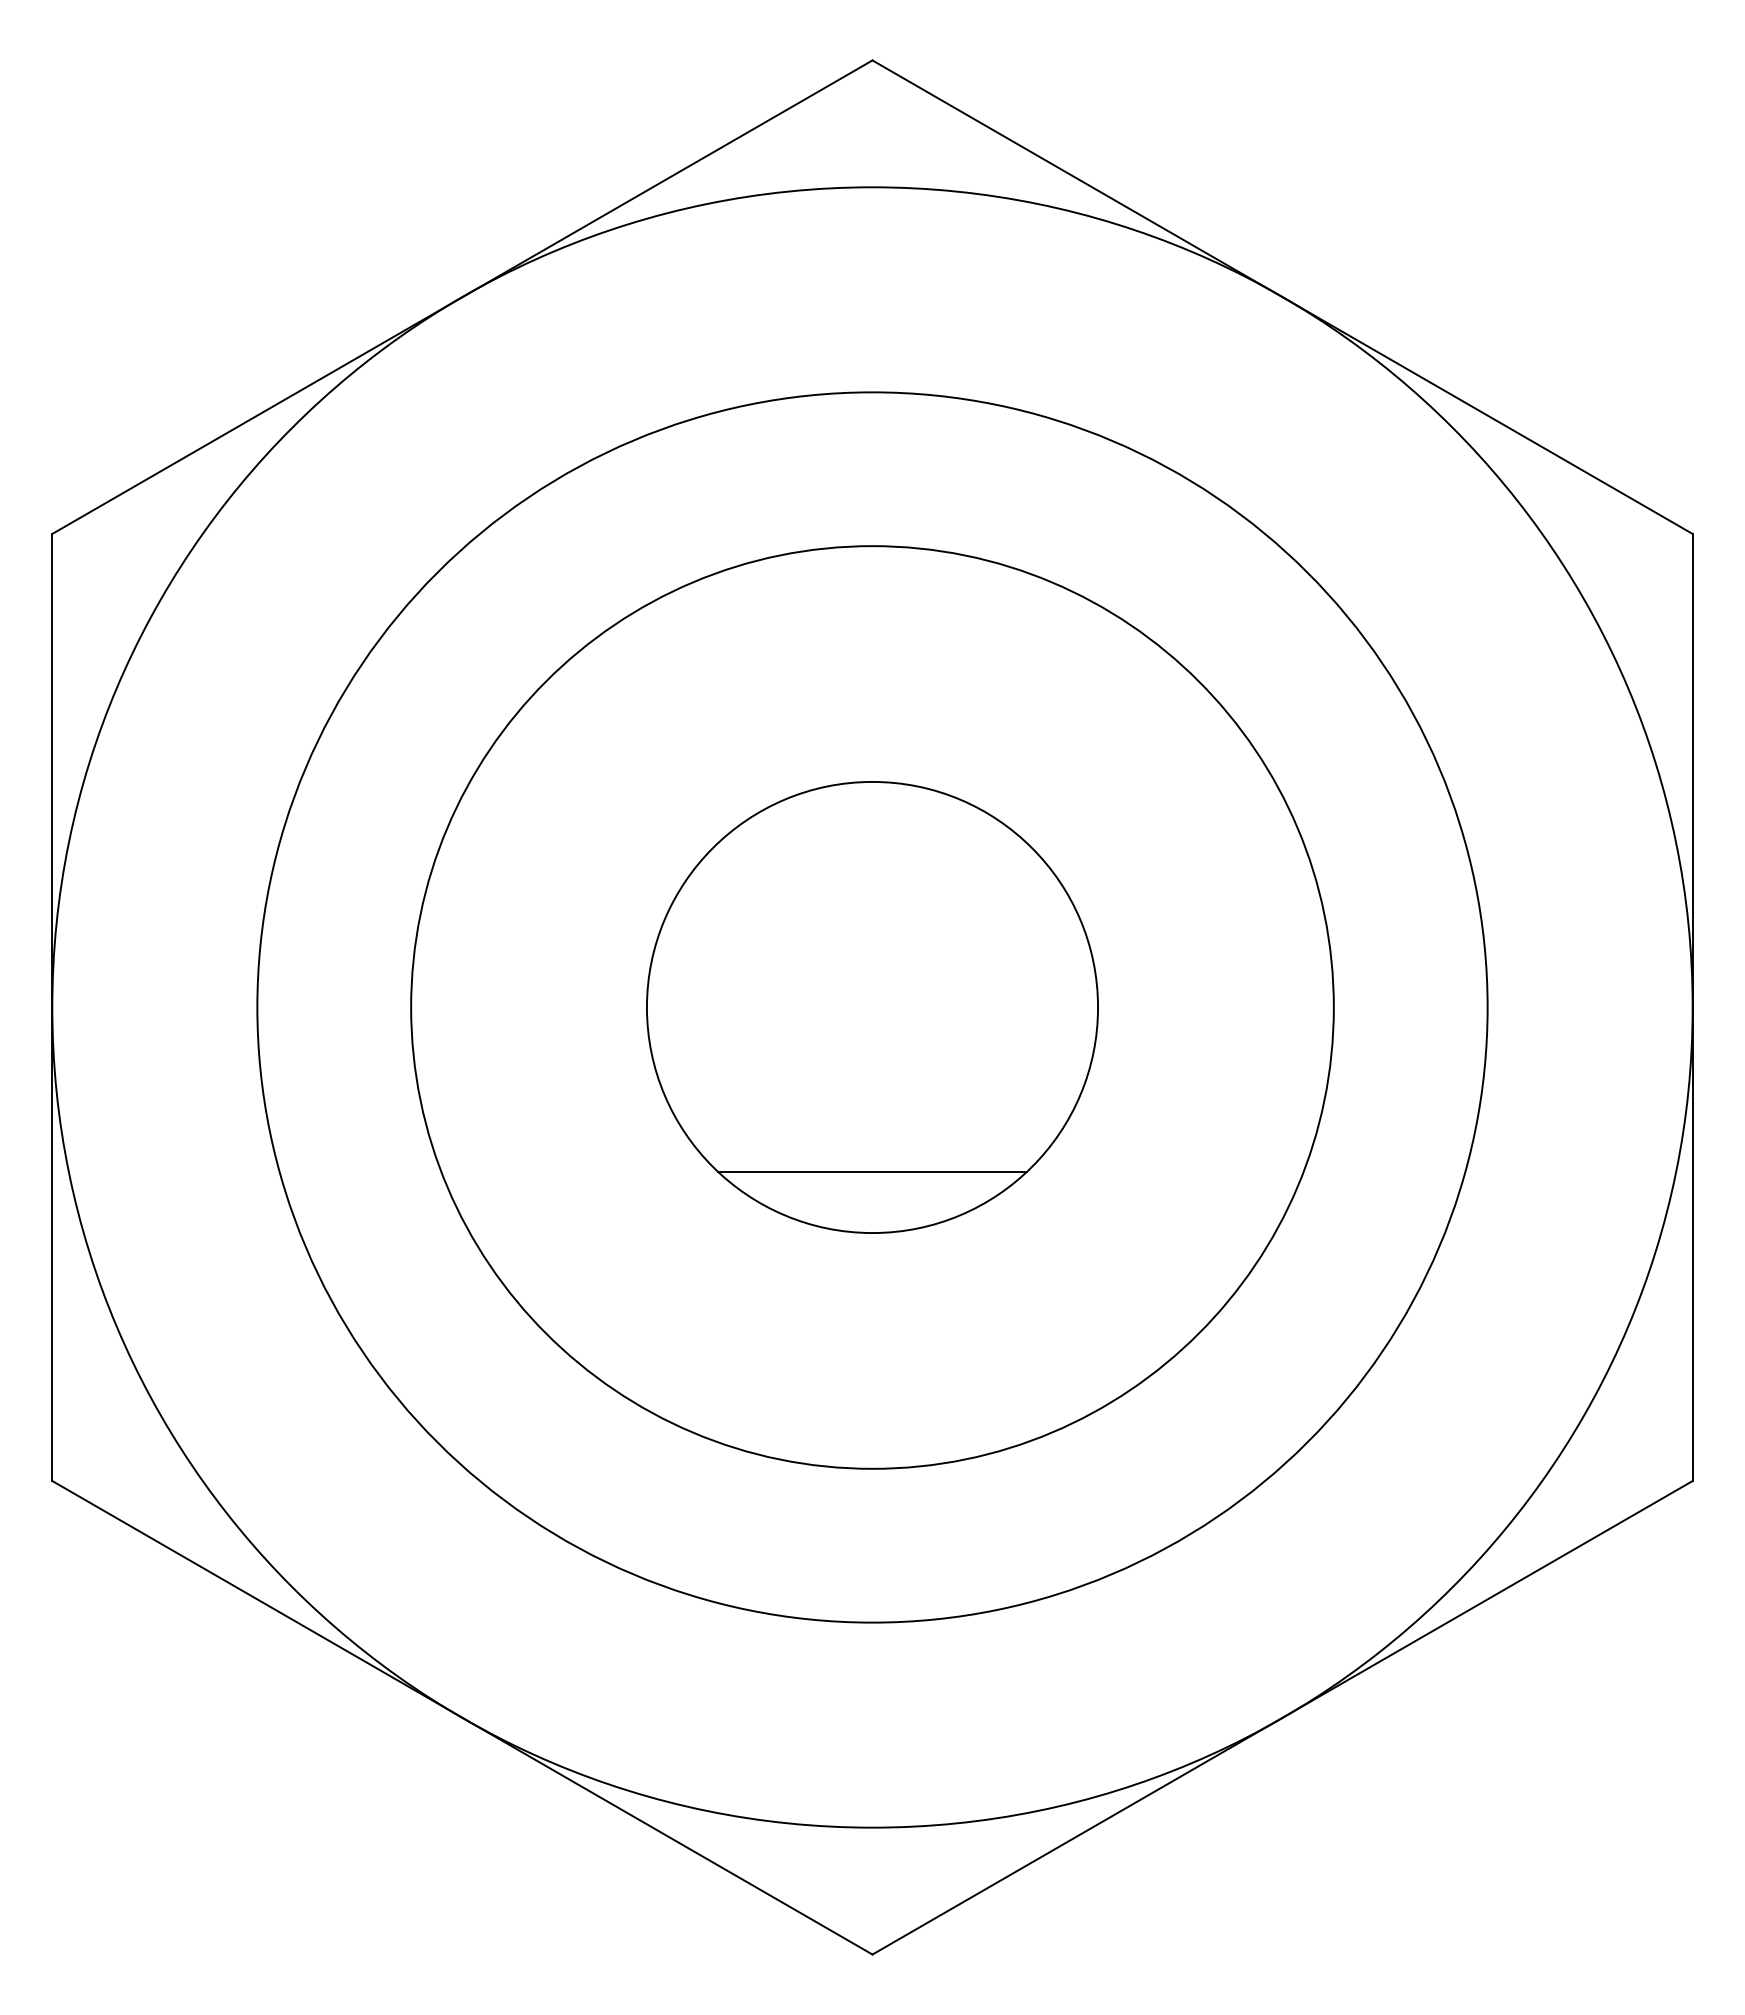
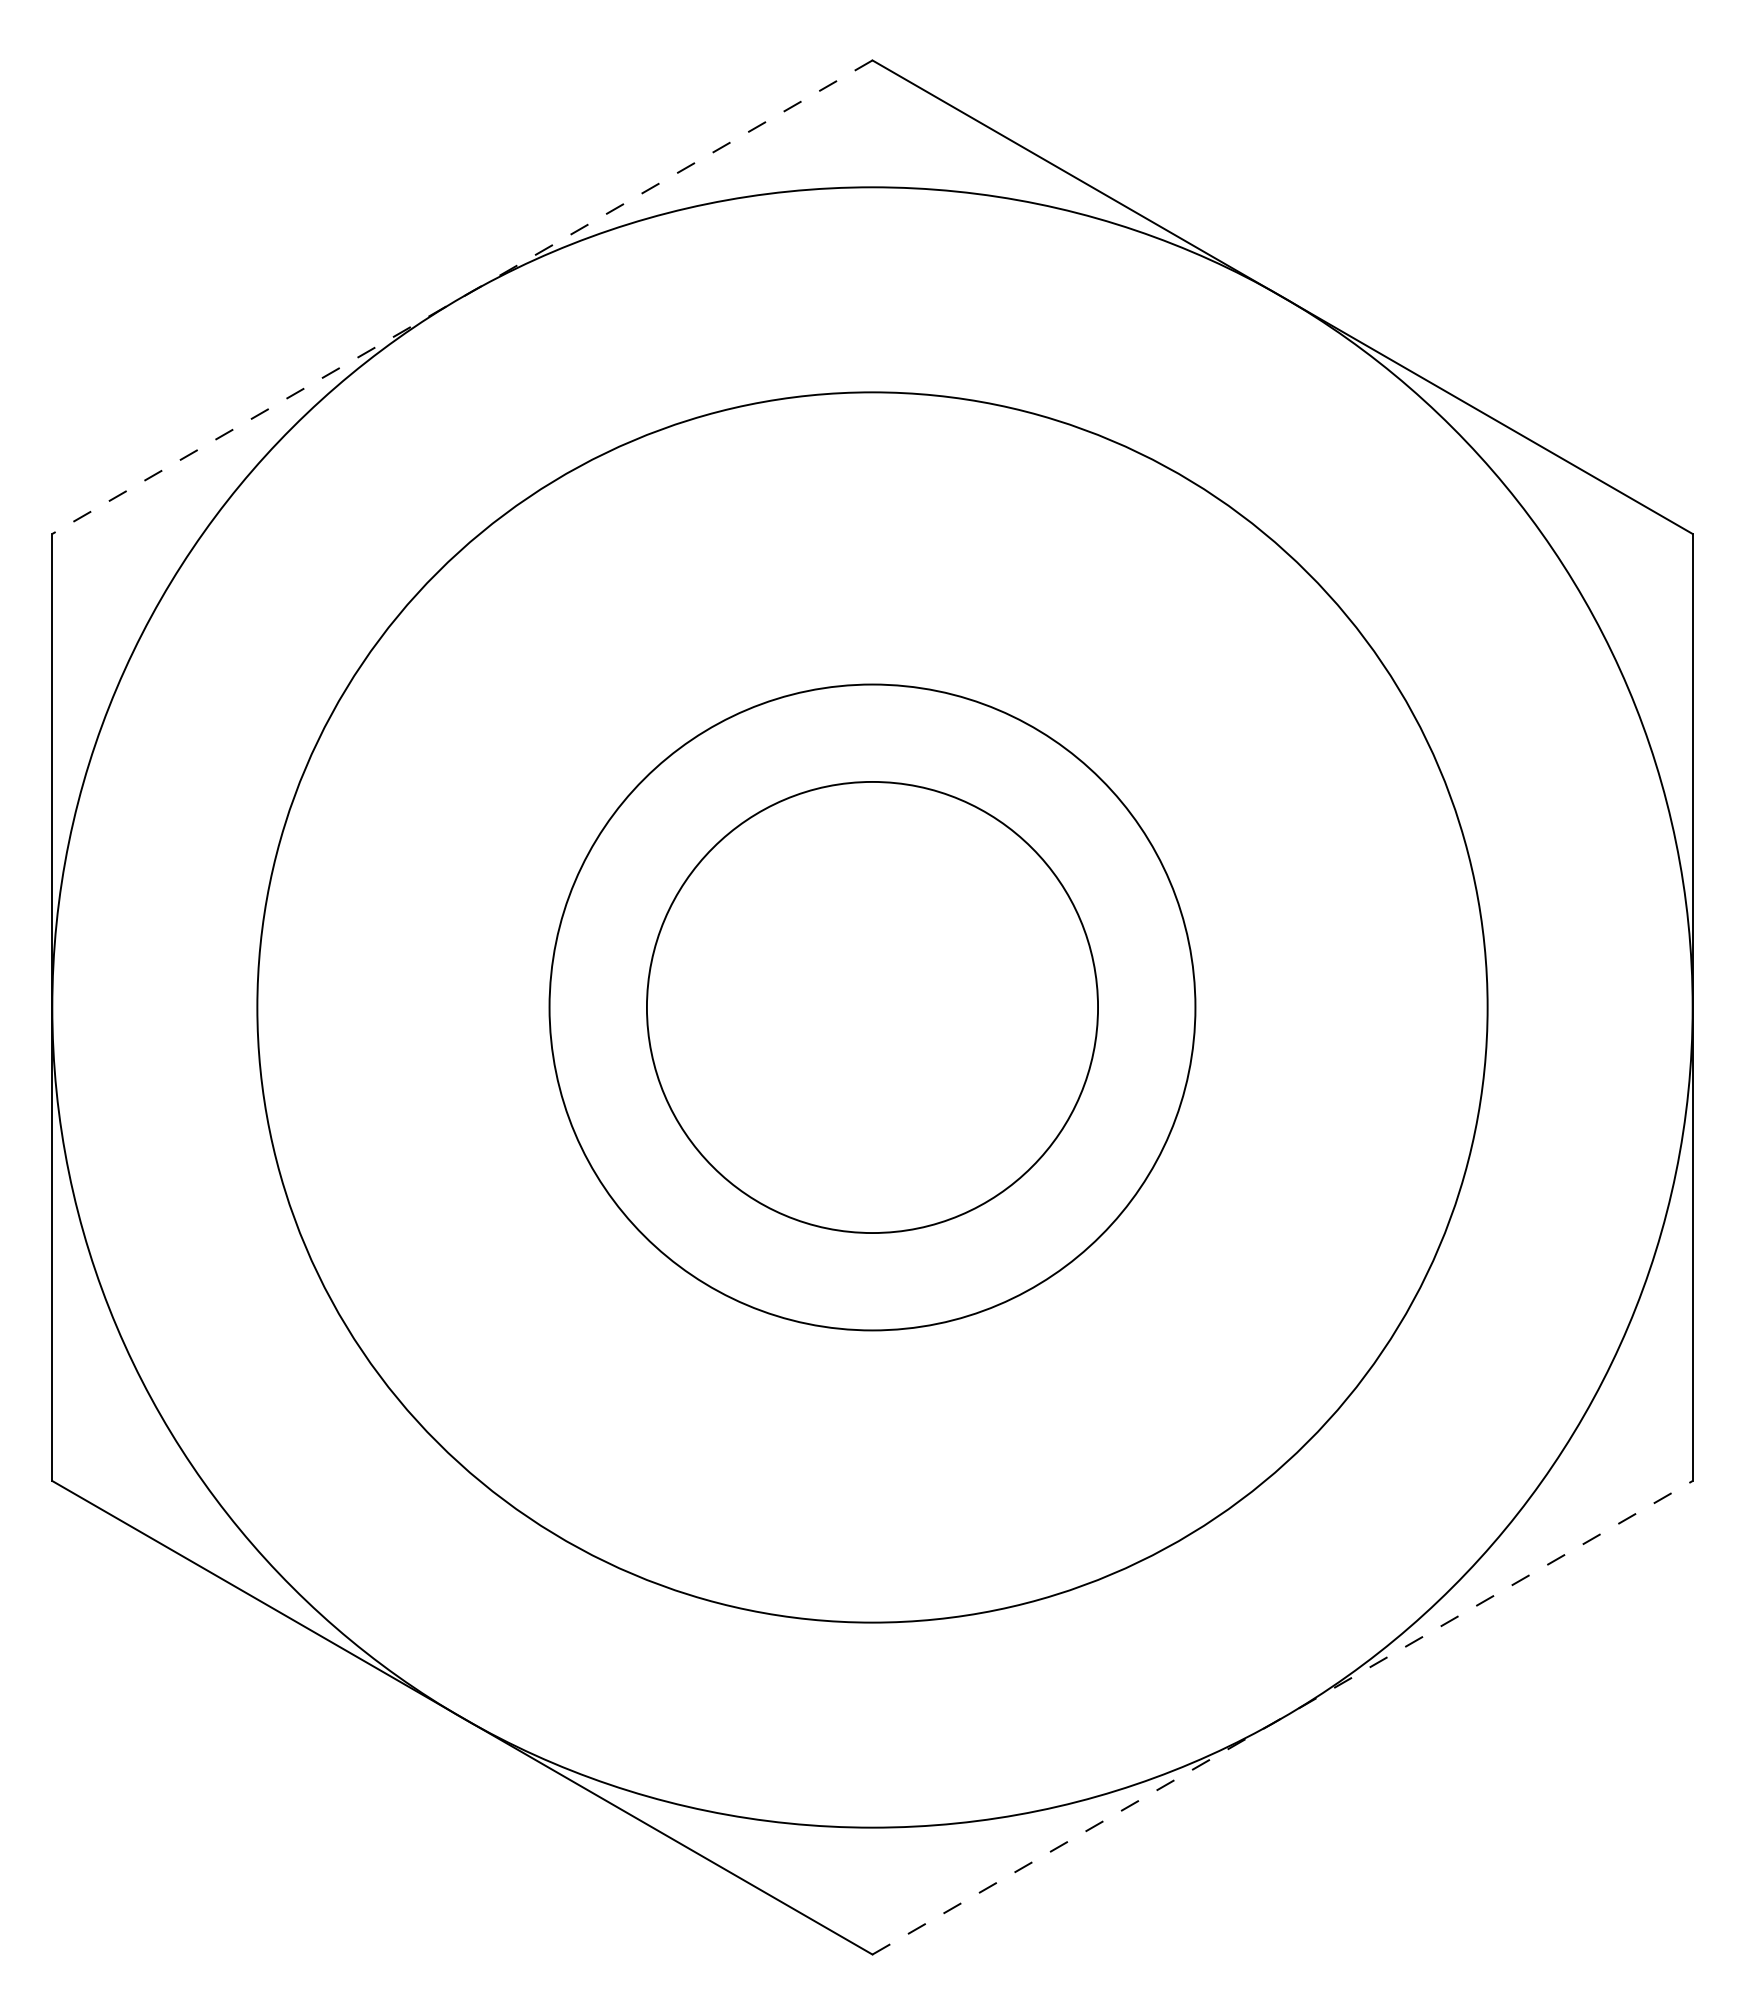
line at (462, 297): solid -> dashed
circle at (872, 1007) diameter: 923 px -> 646 px
line at (872, 1171): present -> none
line at (1282, 1717): solid -> dashed
